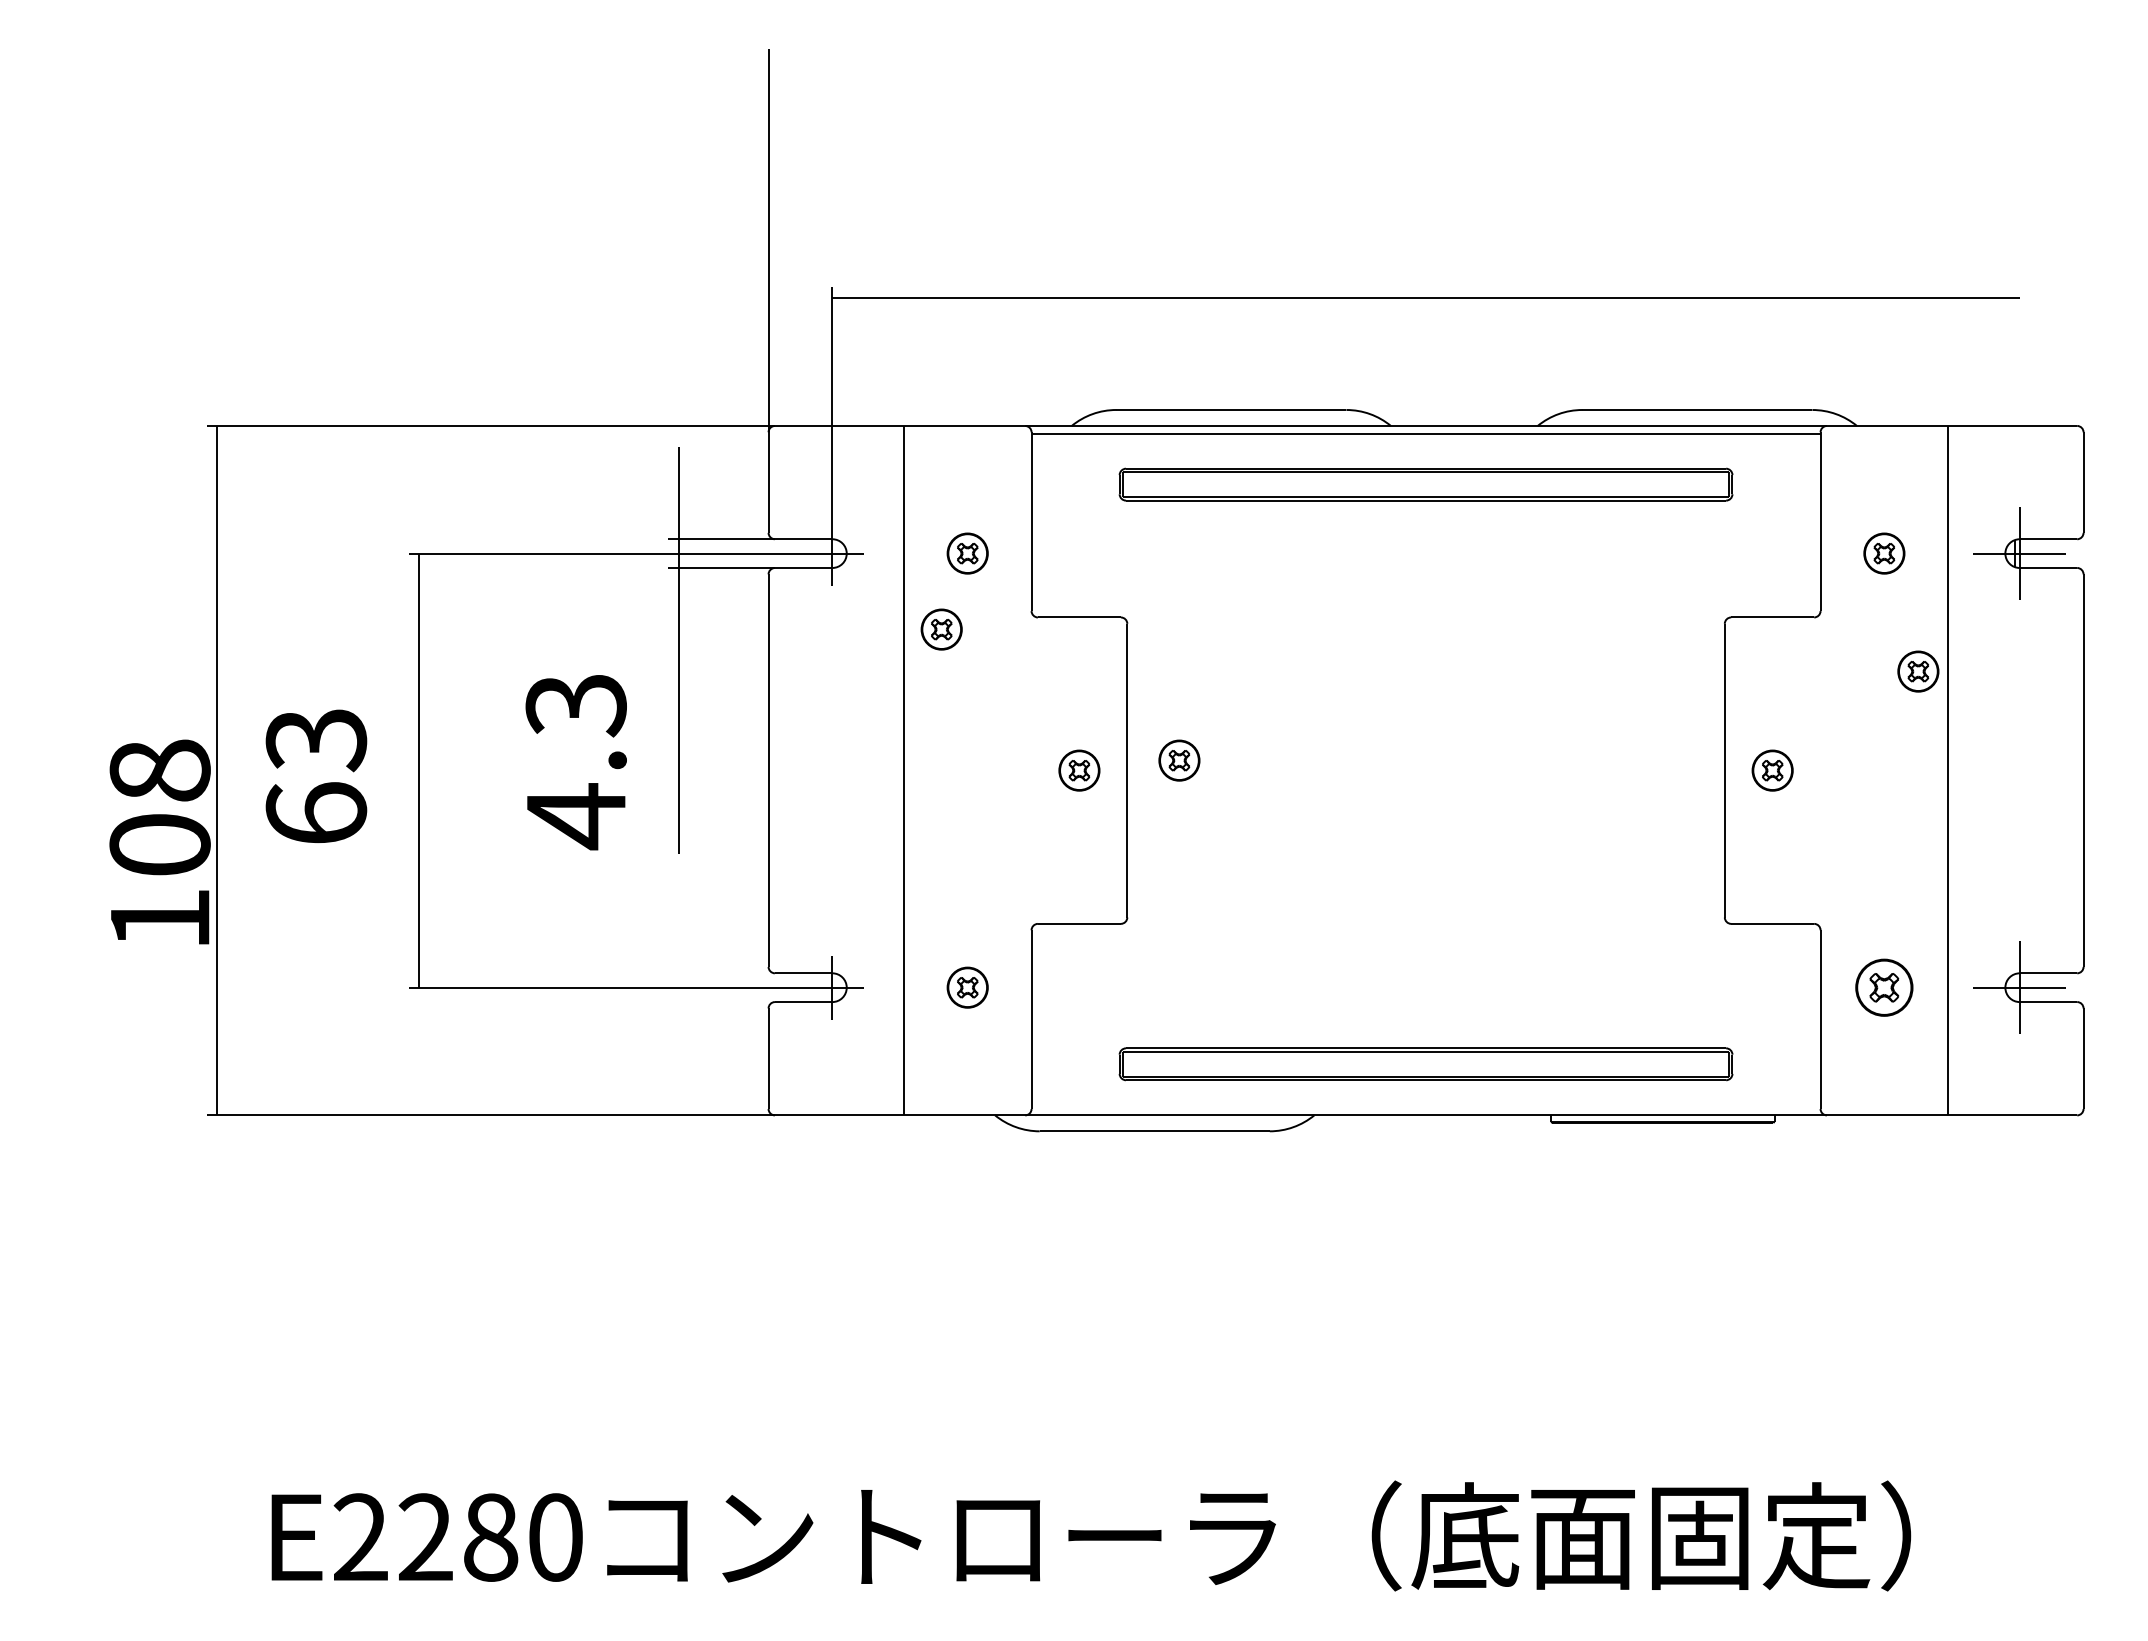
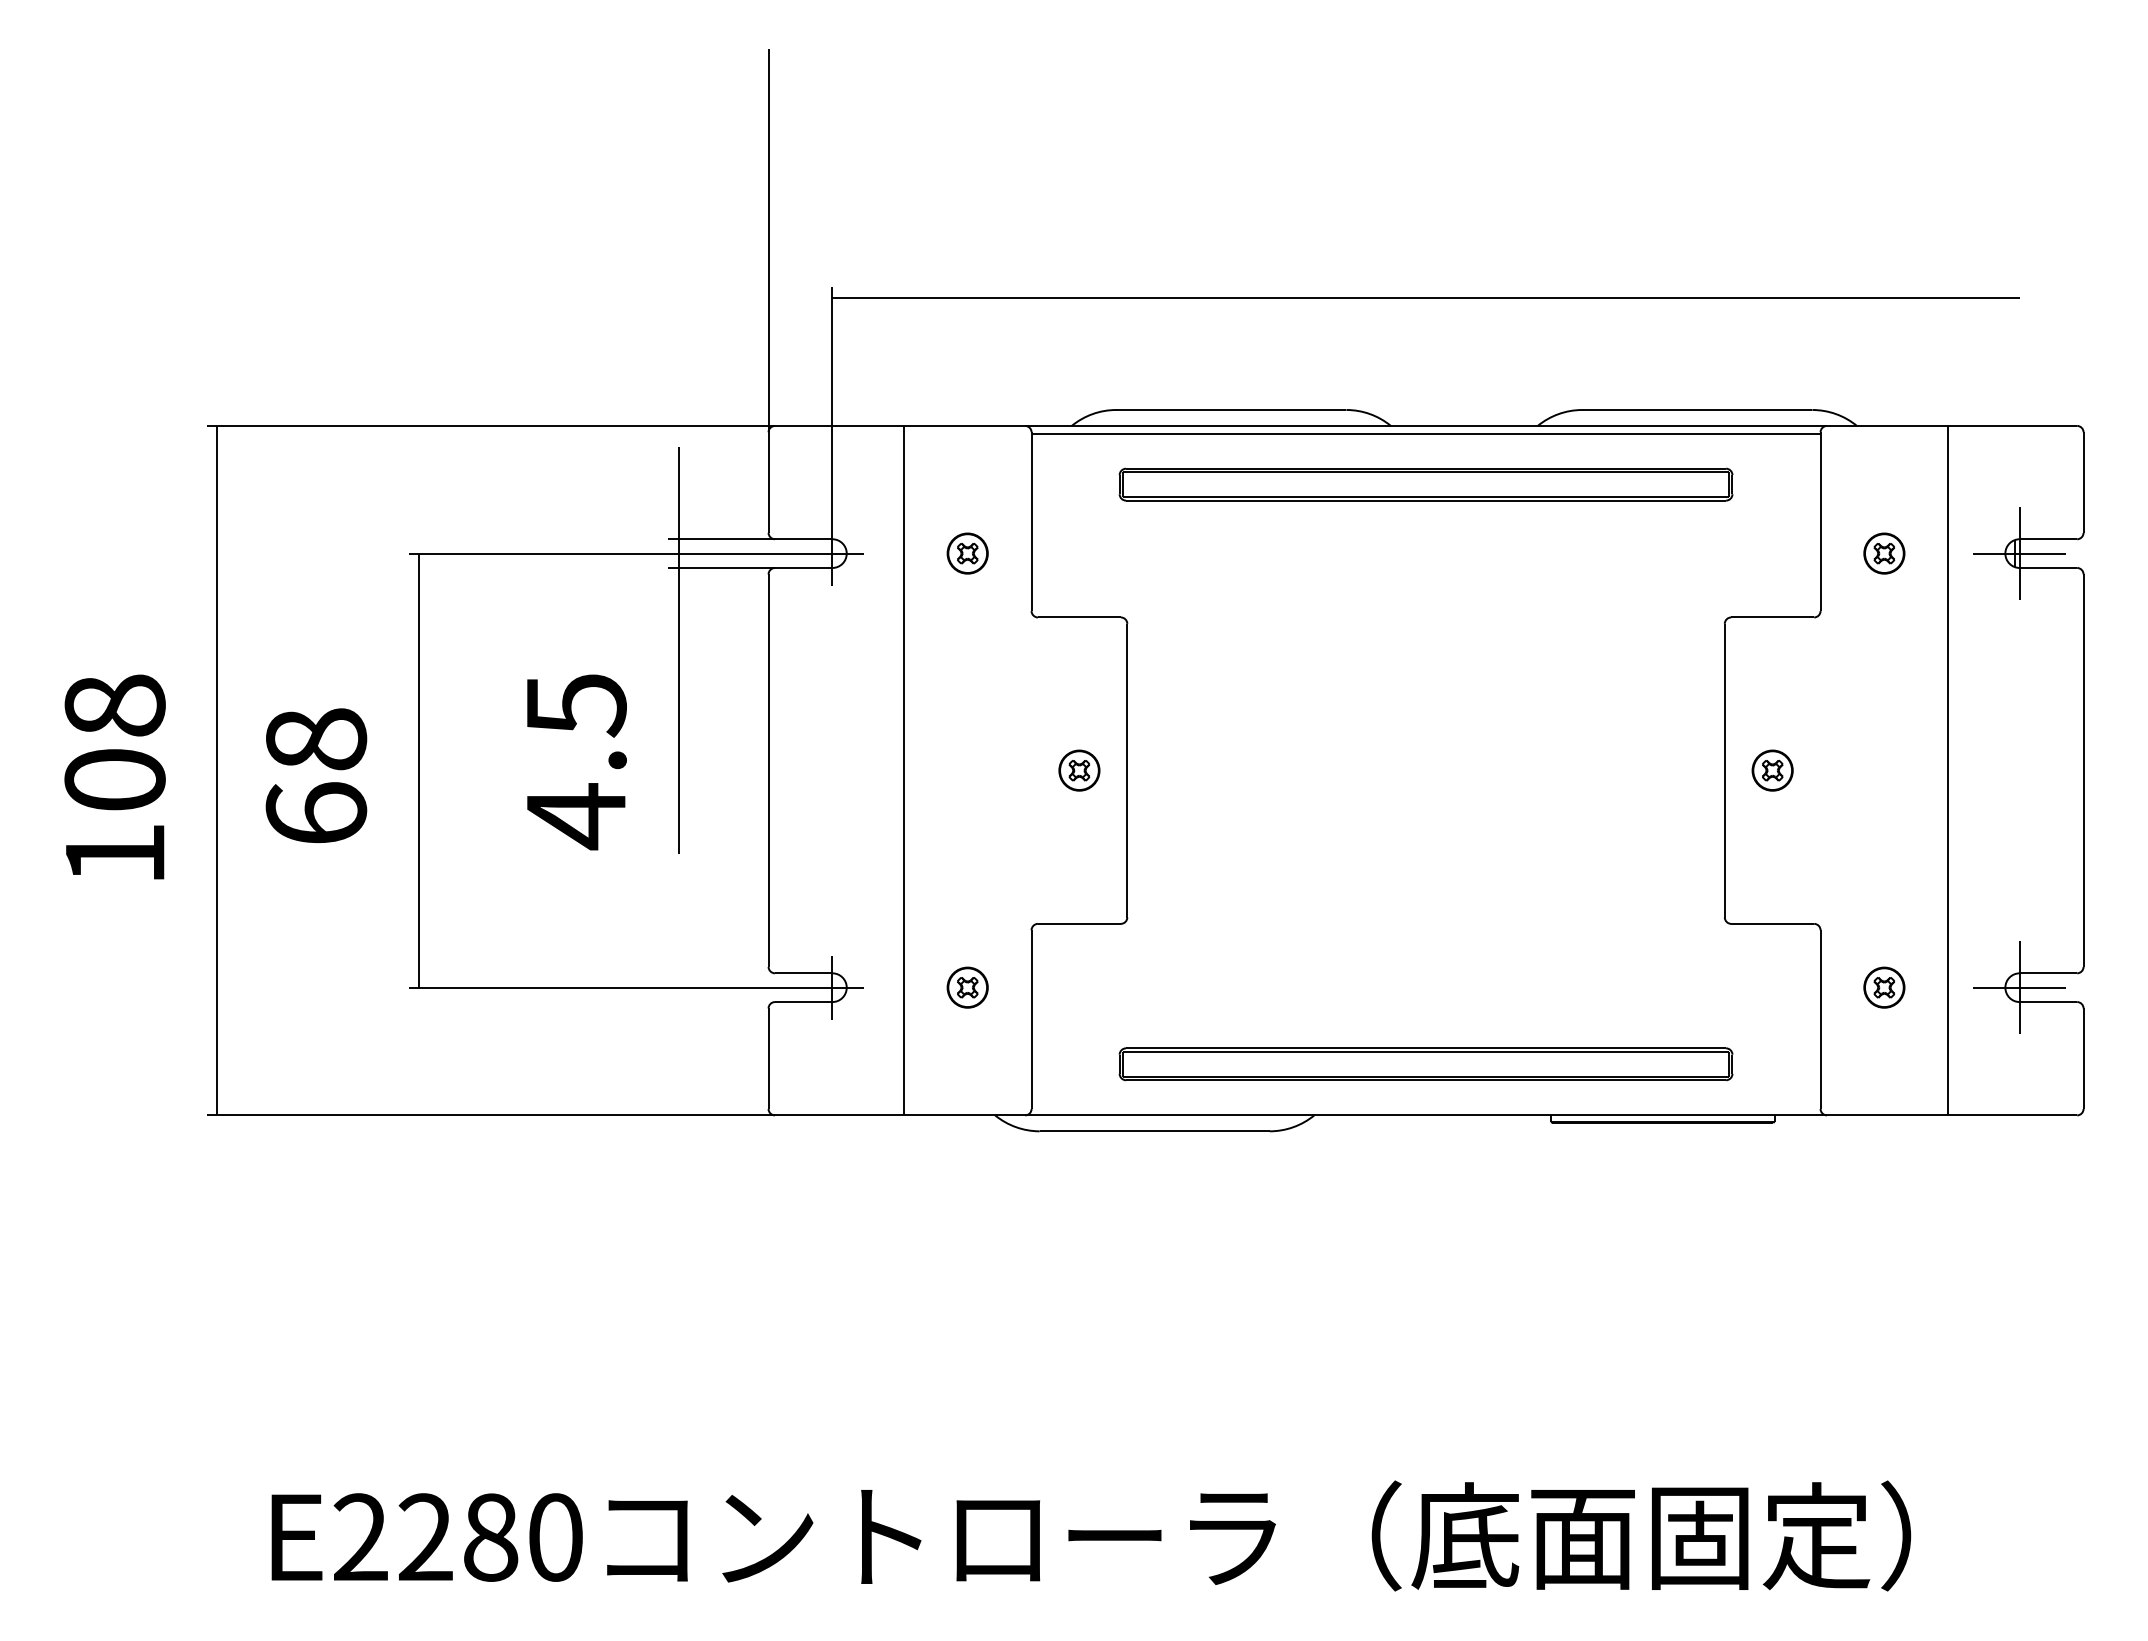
part at (941, 629): present -> none
part at (1918, 671): present -> none
text at (575, 705): 4.3 -> 4.5
text at (316, 740): 63 -> 68
part at (1179, 760): present -> none
text at (159, 841) position: (159, 841) -> (114, 776)
part at (1884, 987) size: 59x59 px -> 43x43 px
